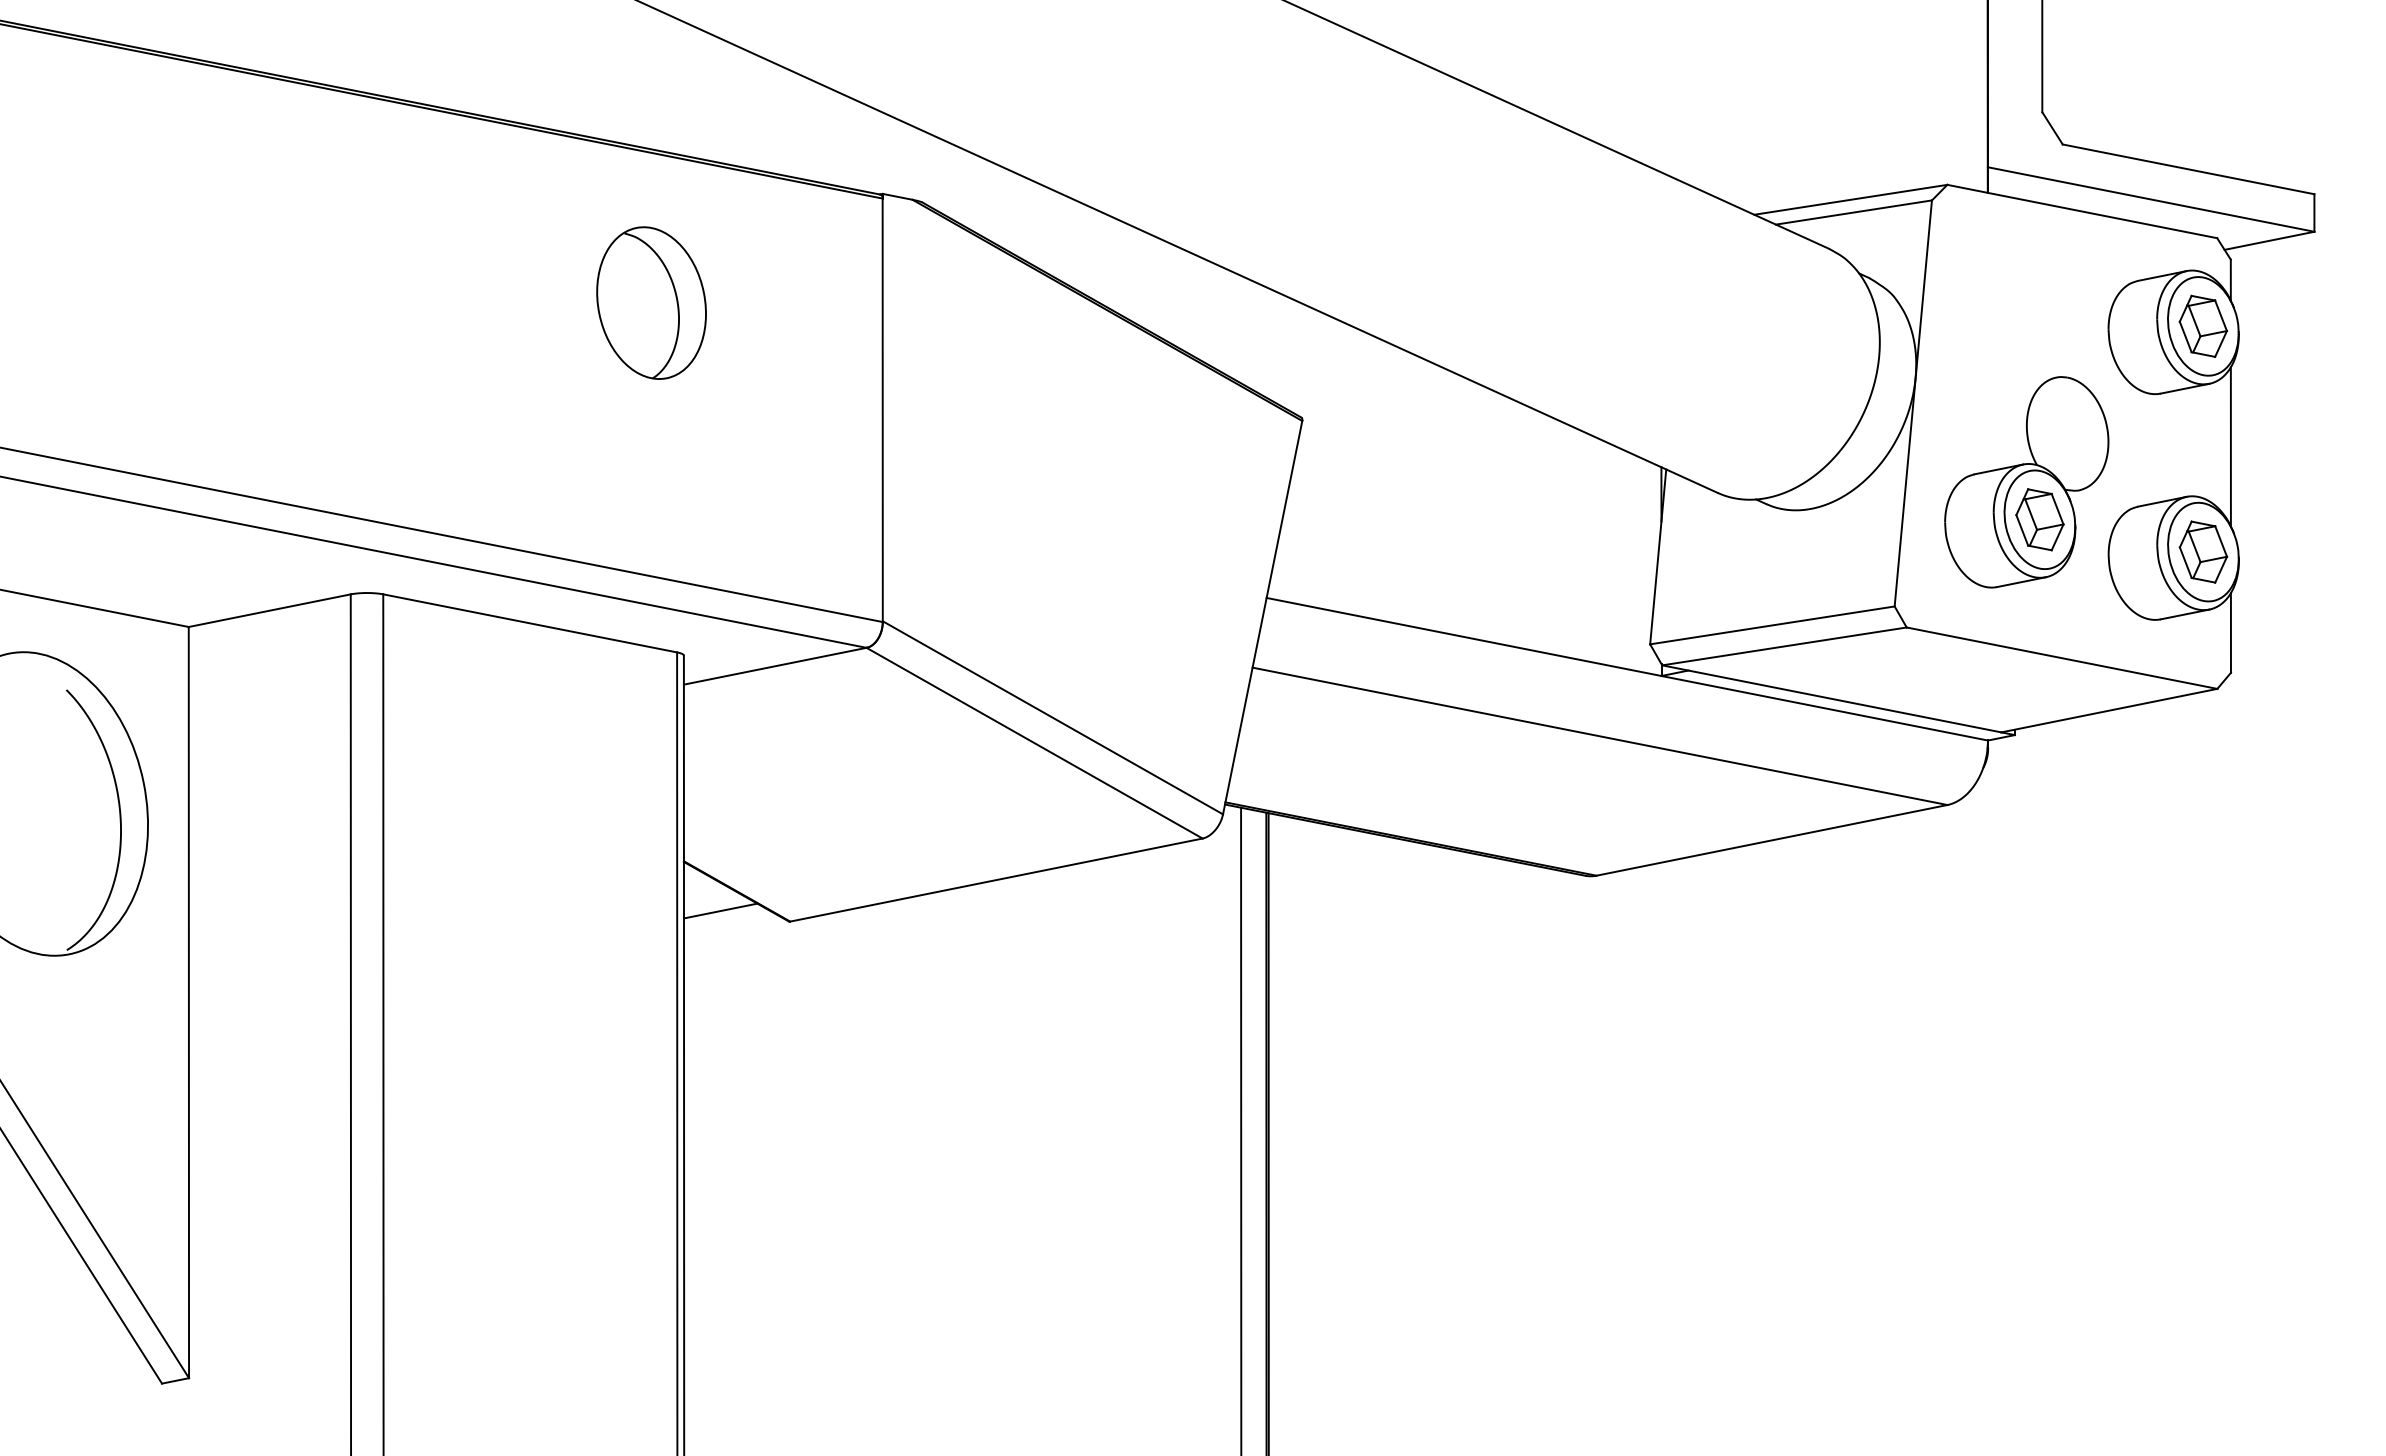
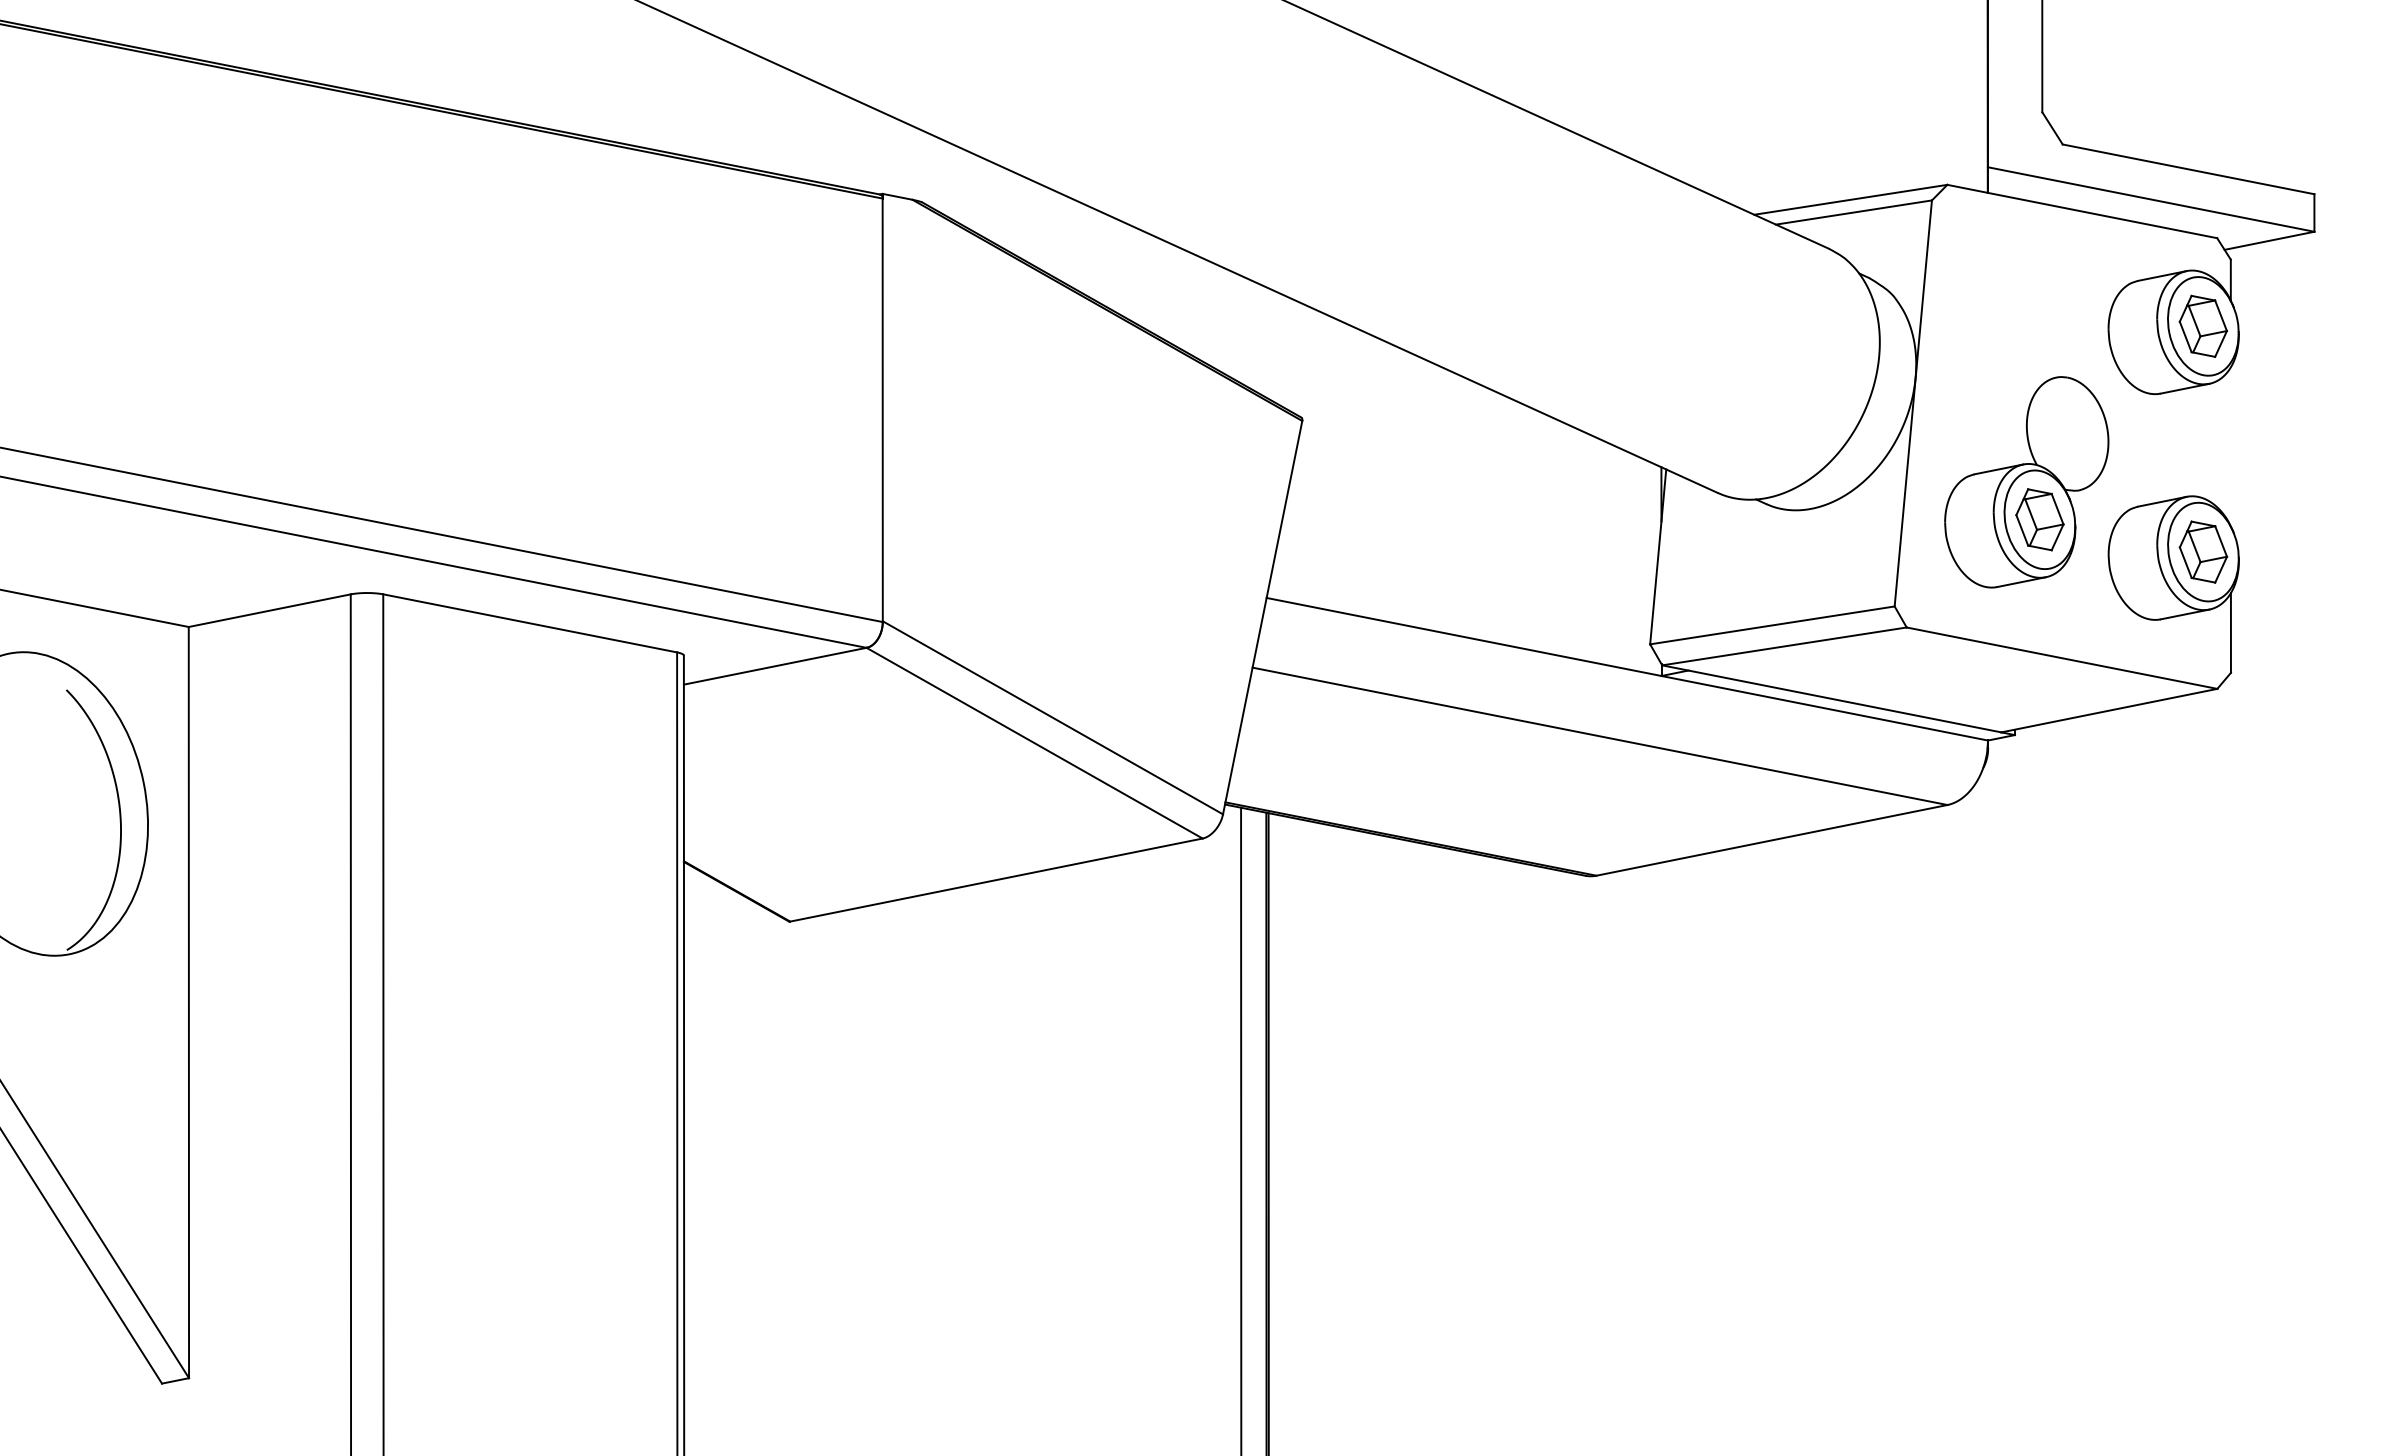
part at (651, 302): present -> none
line at (2230, 446): present -> none
line at (720, 910): present -> none
